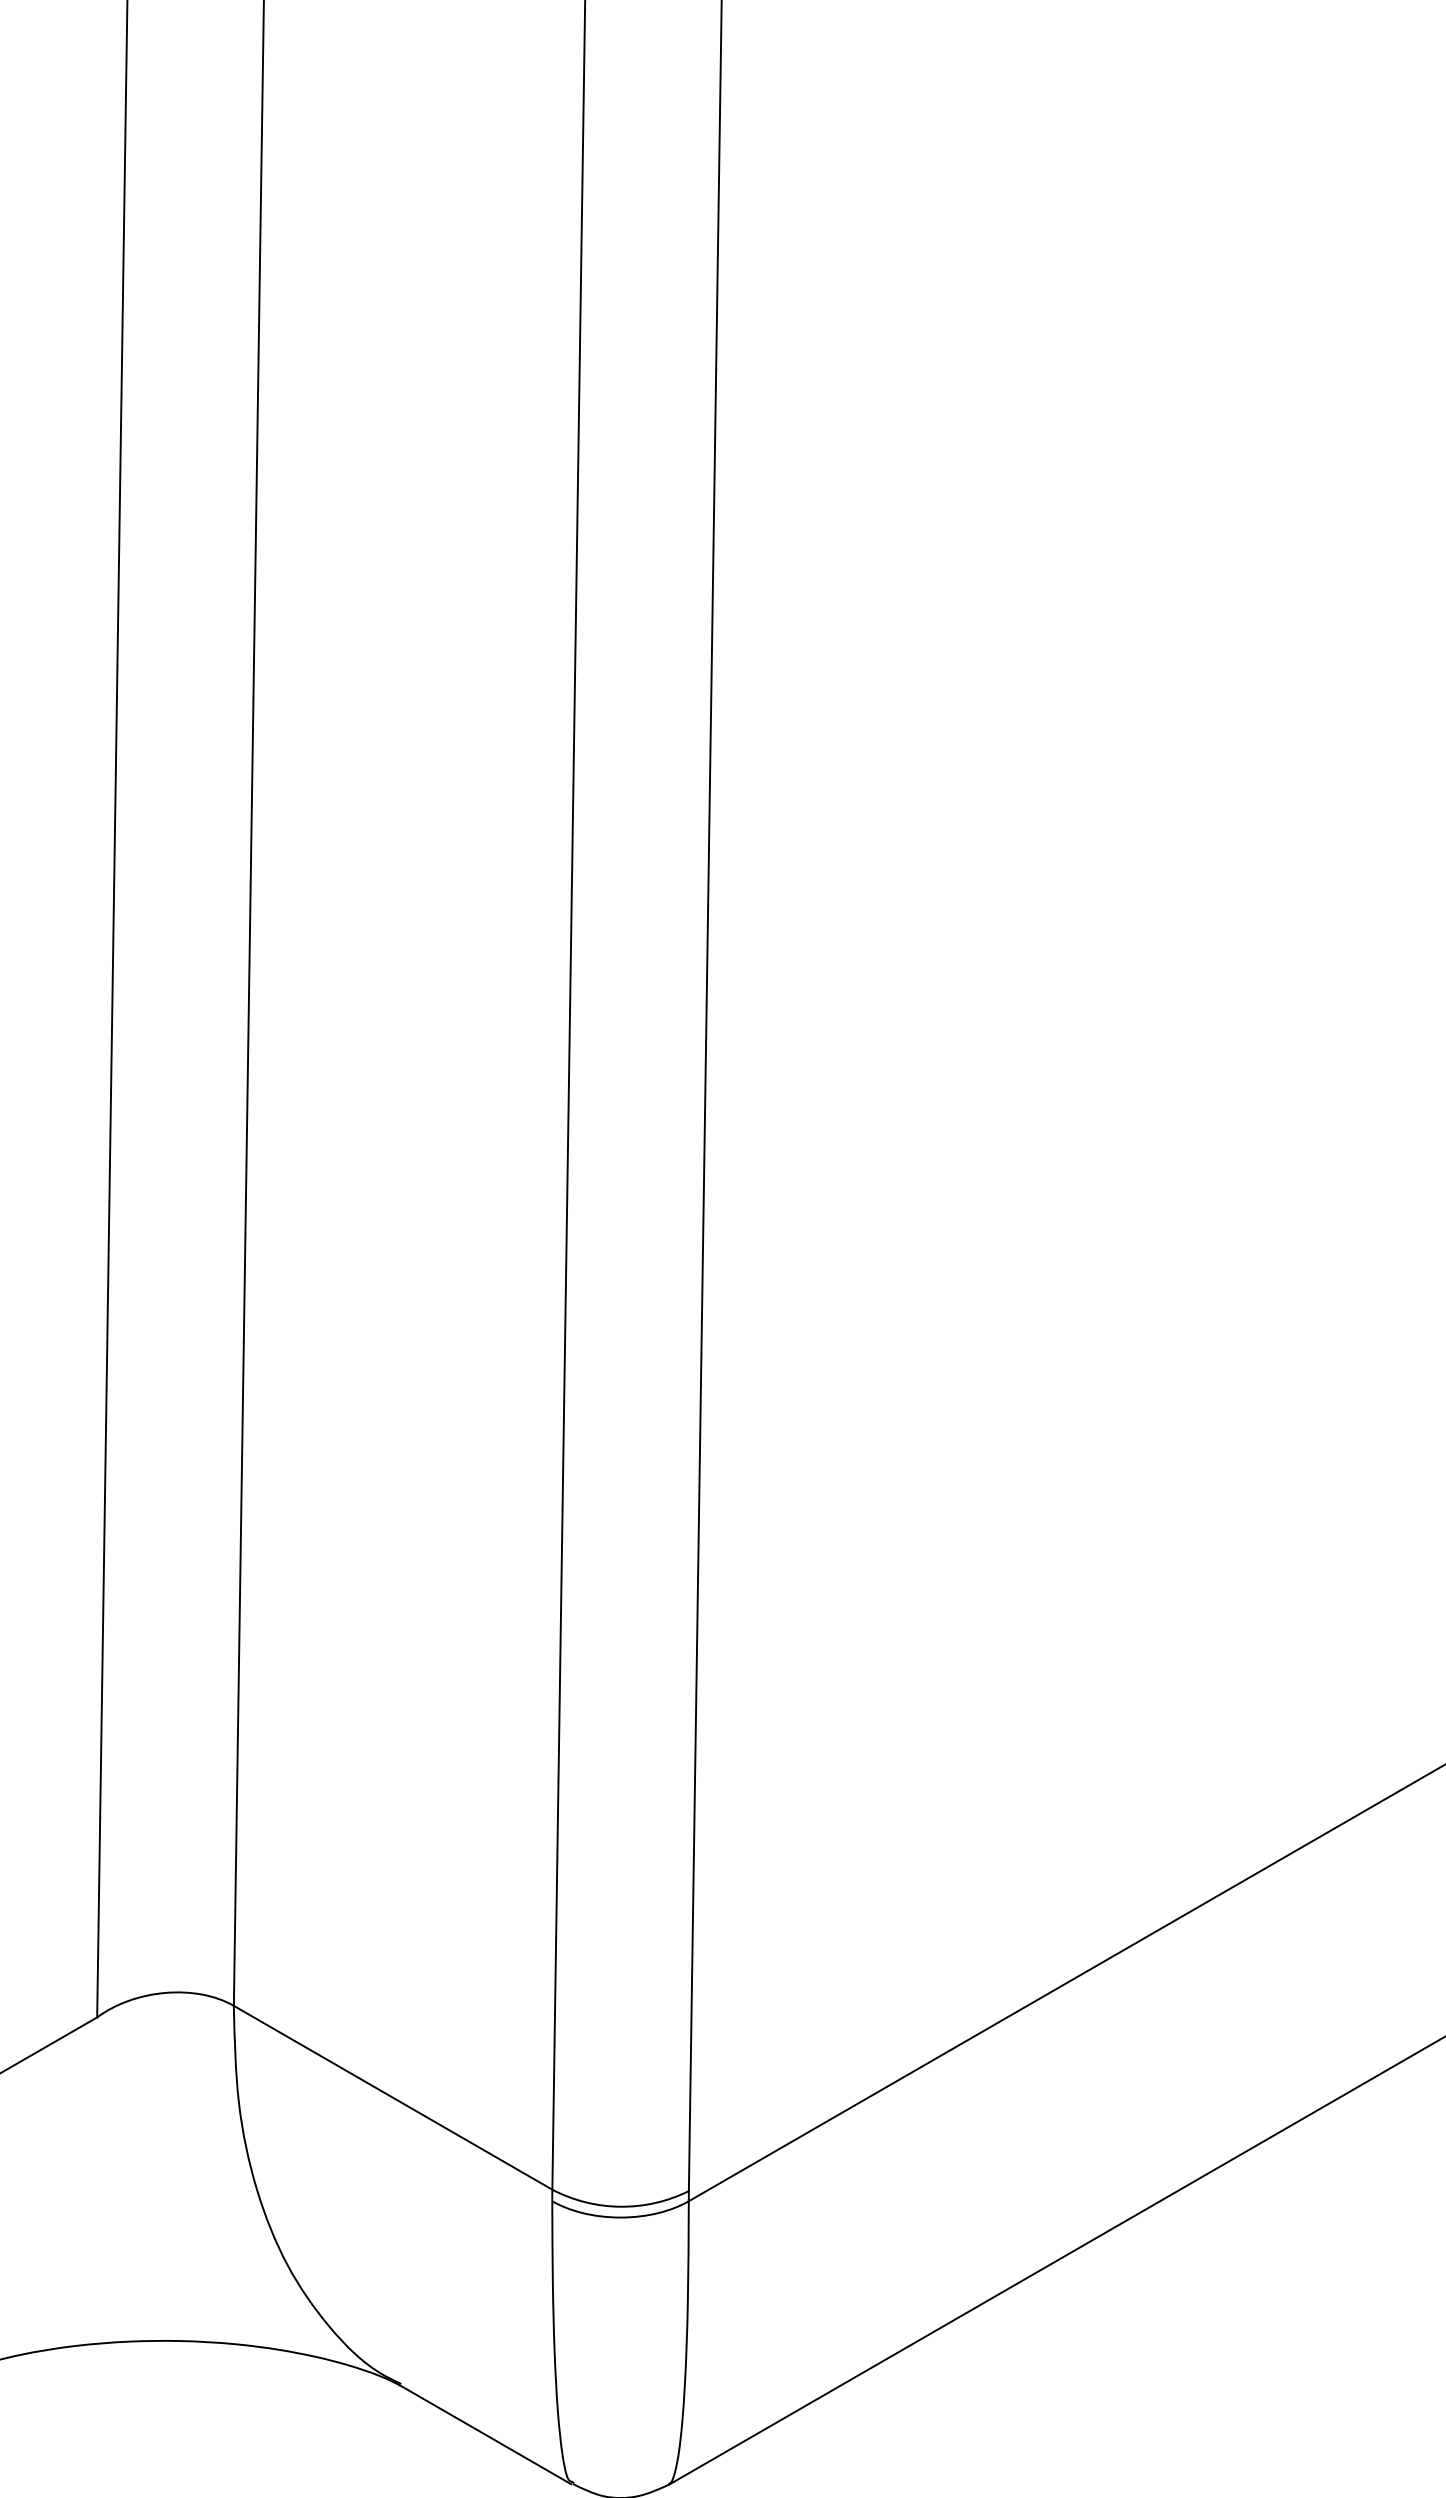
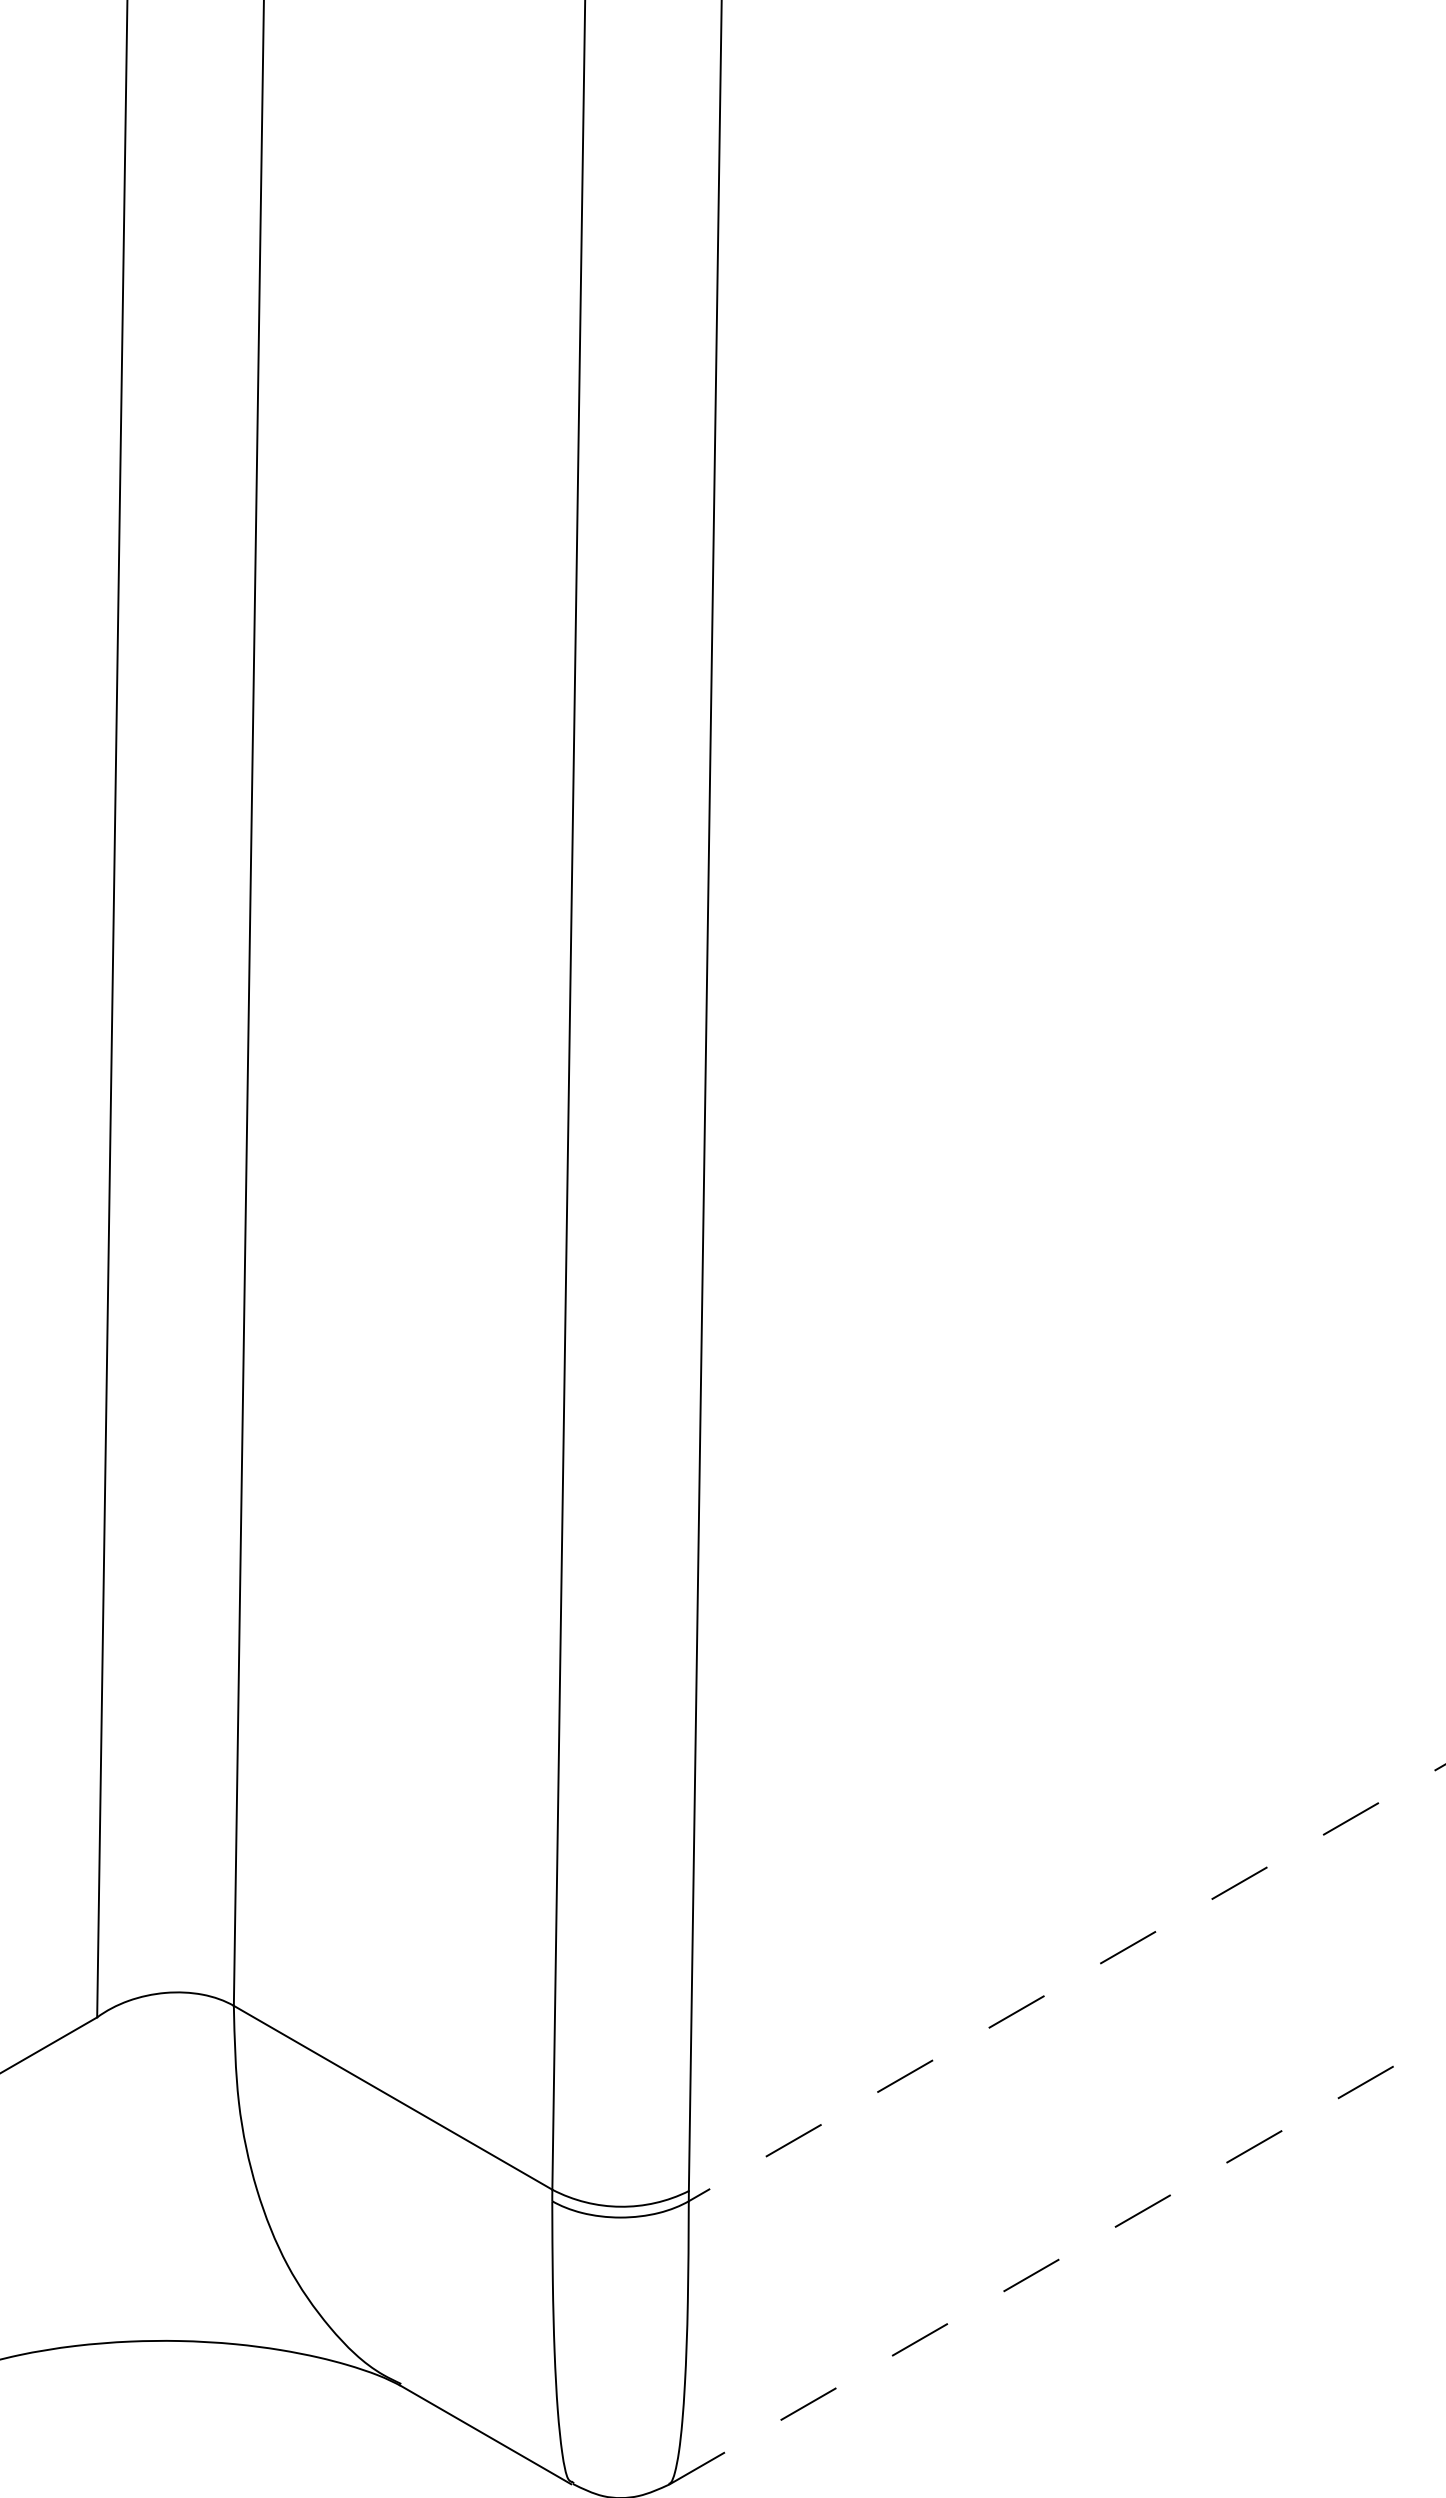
line at (1067, 1982): solid -> dashed
line at (1058, 2260): solid -> dashed
